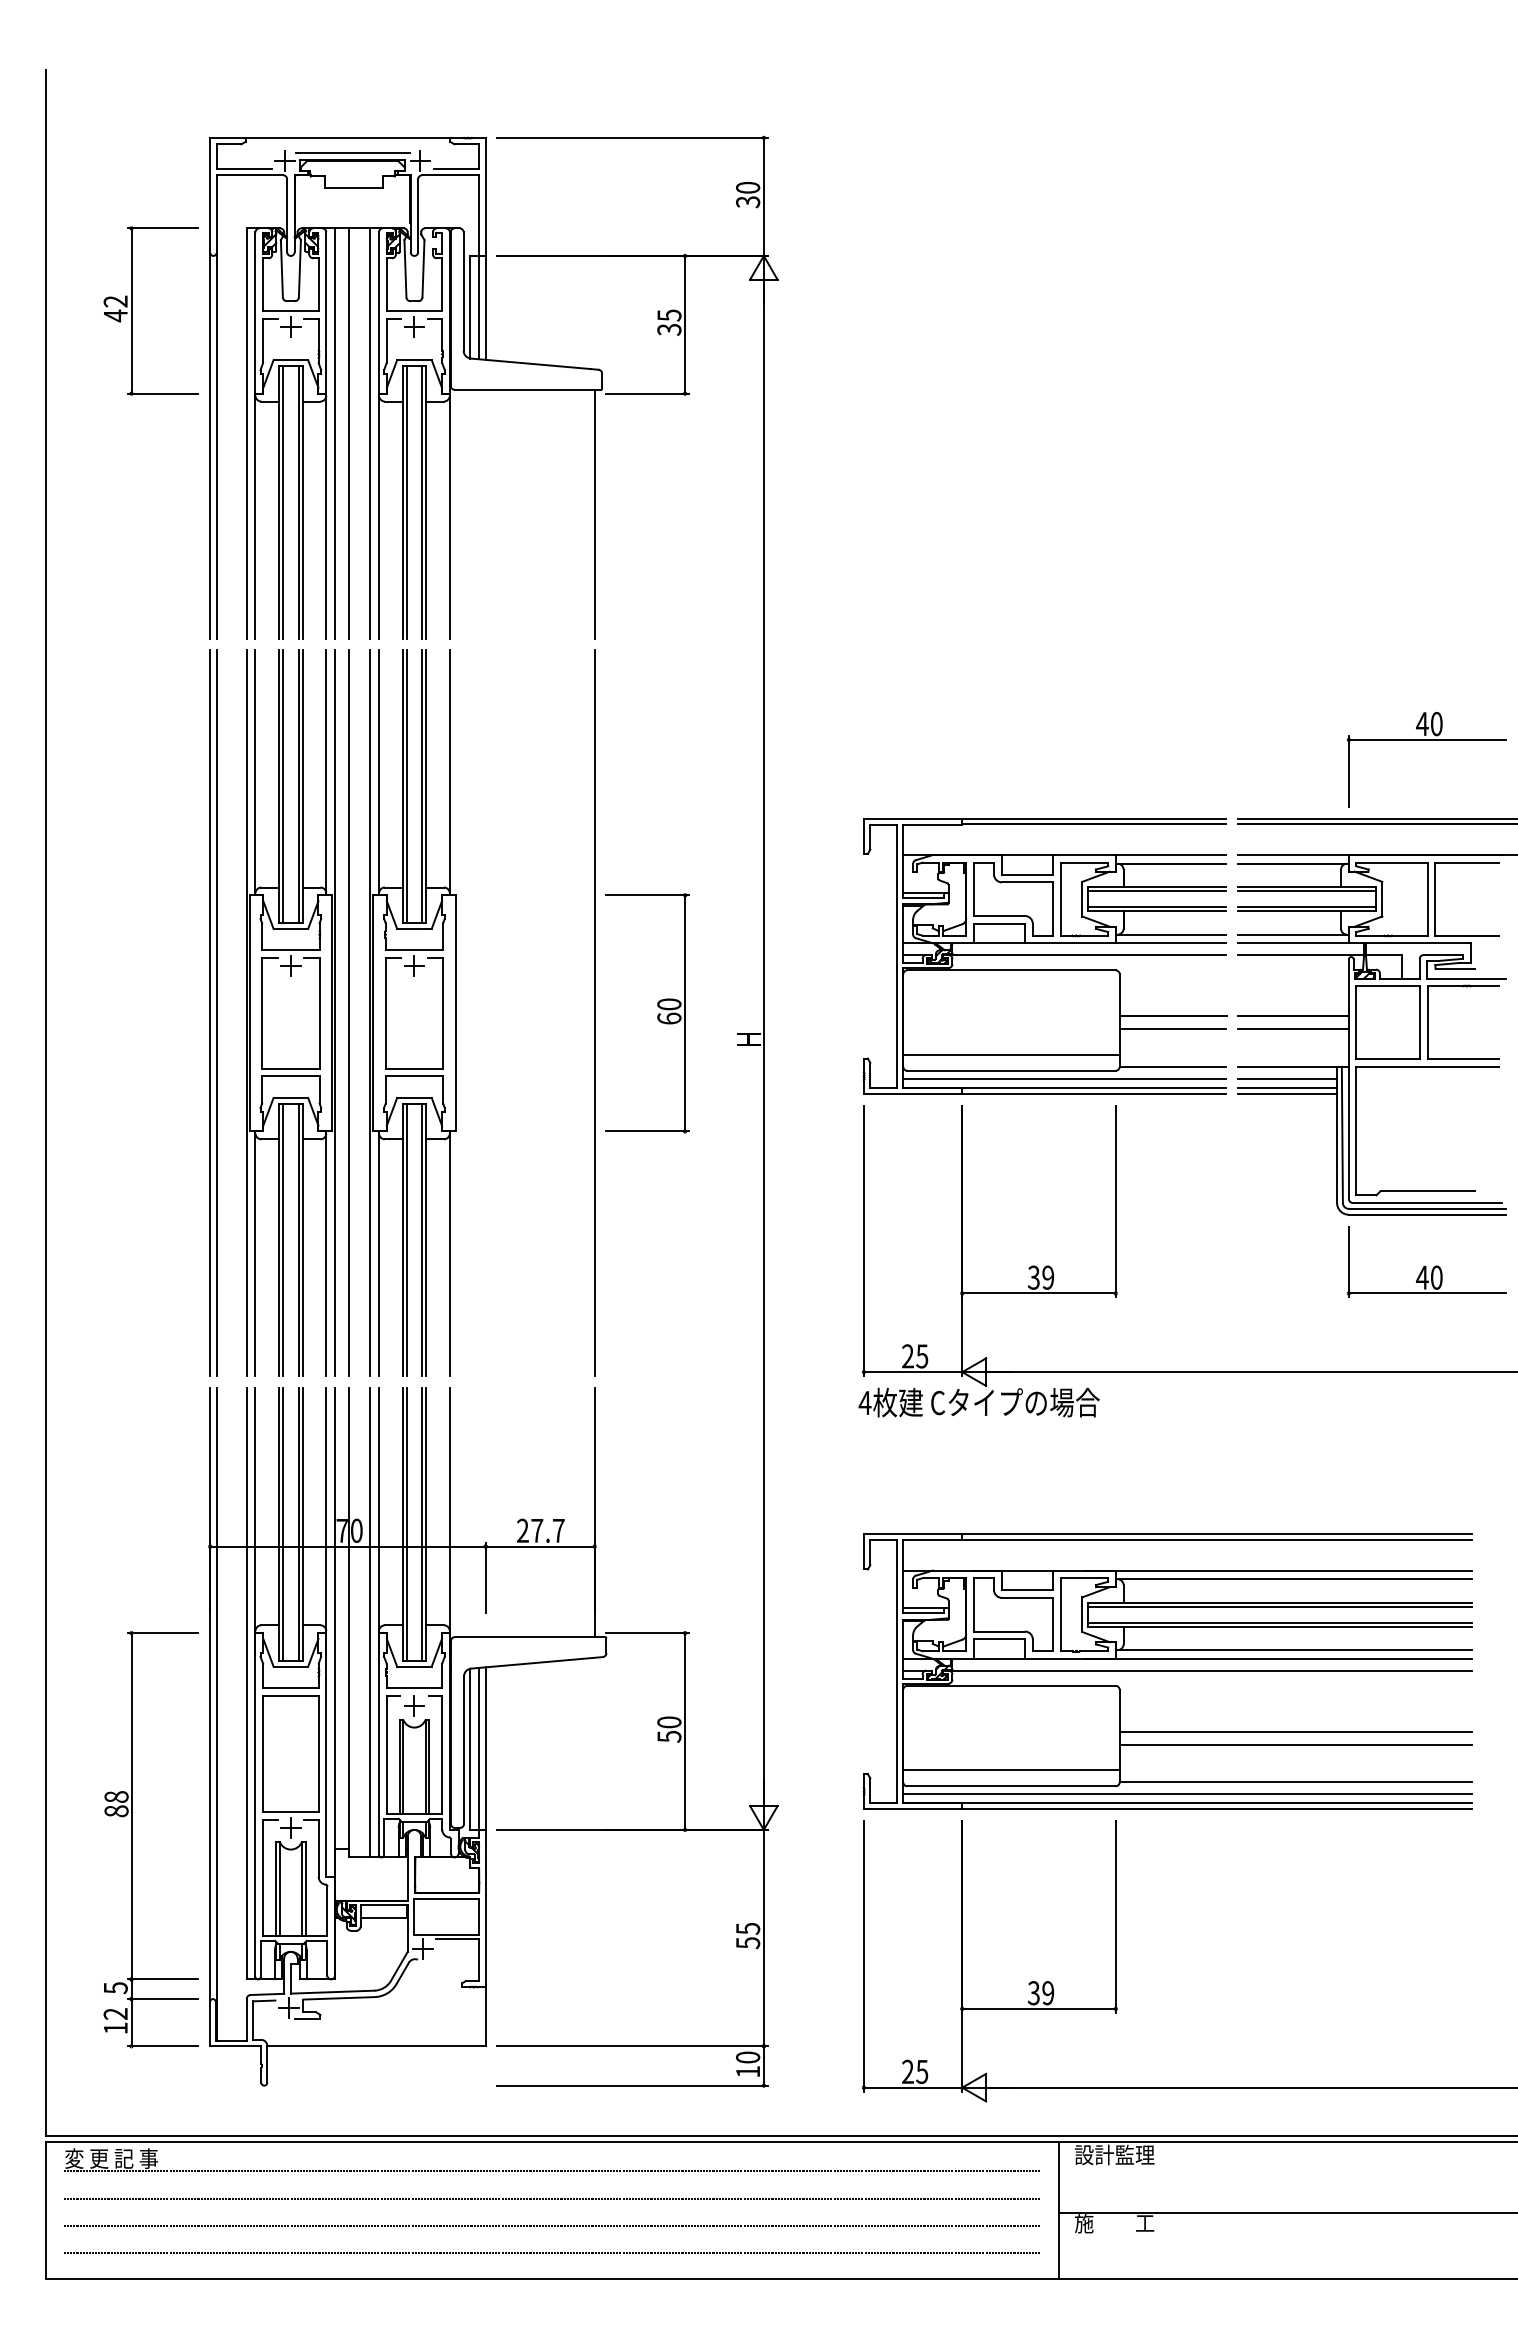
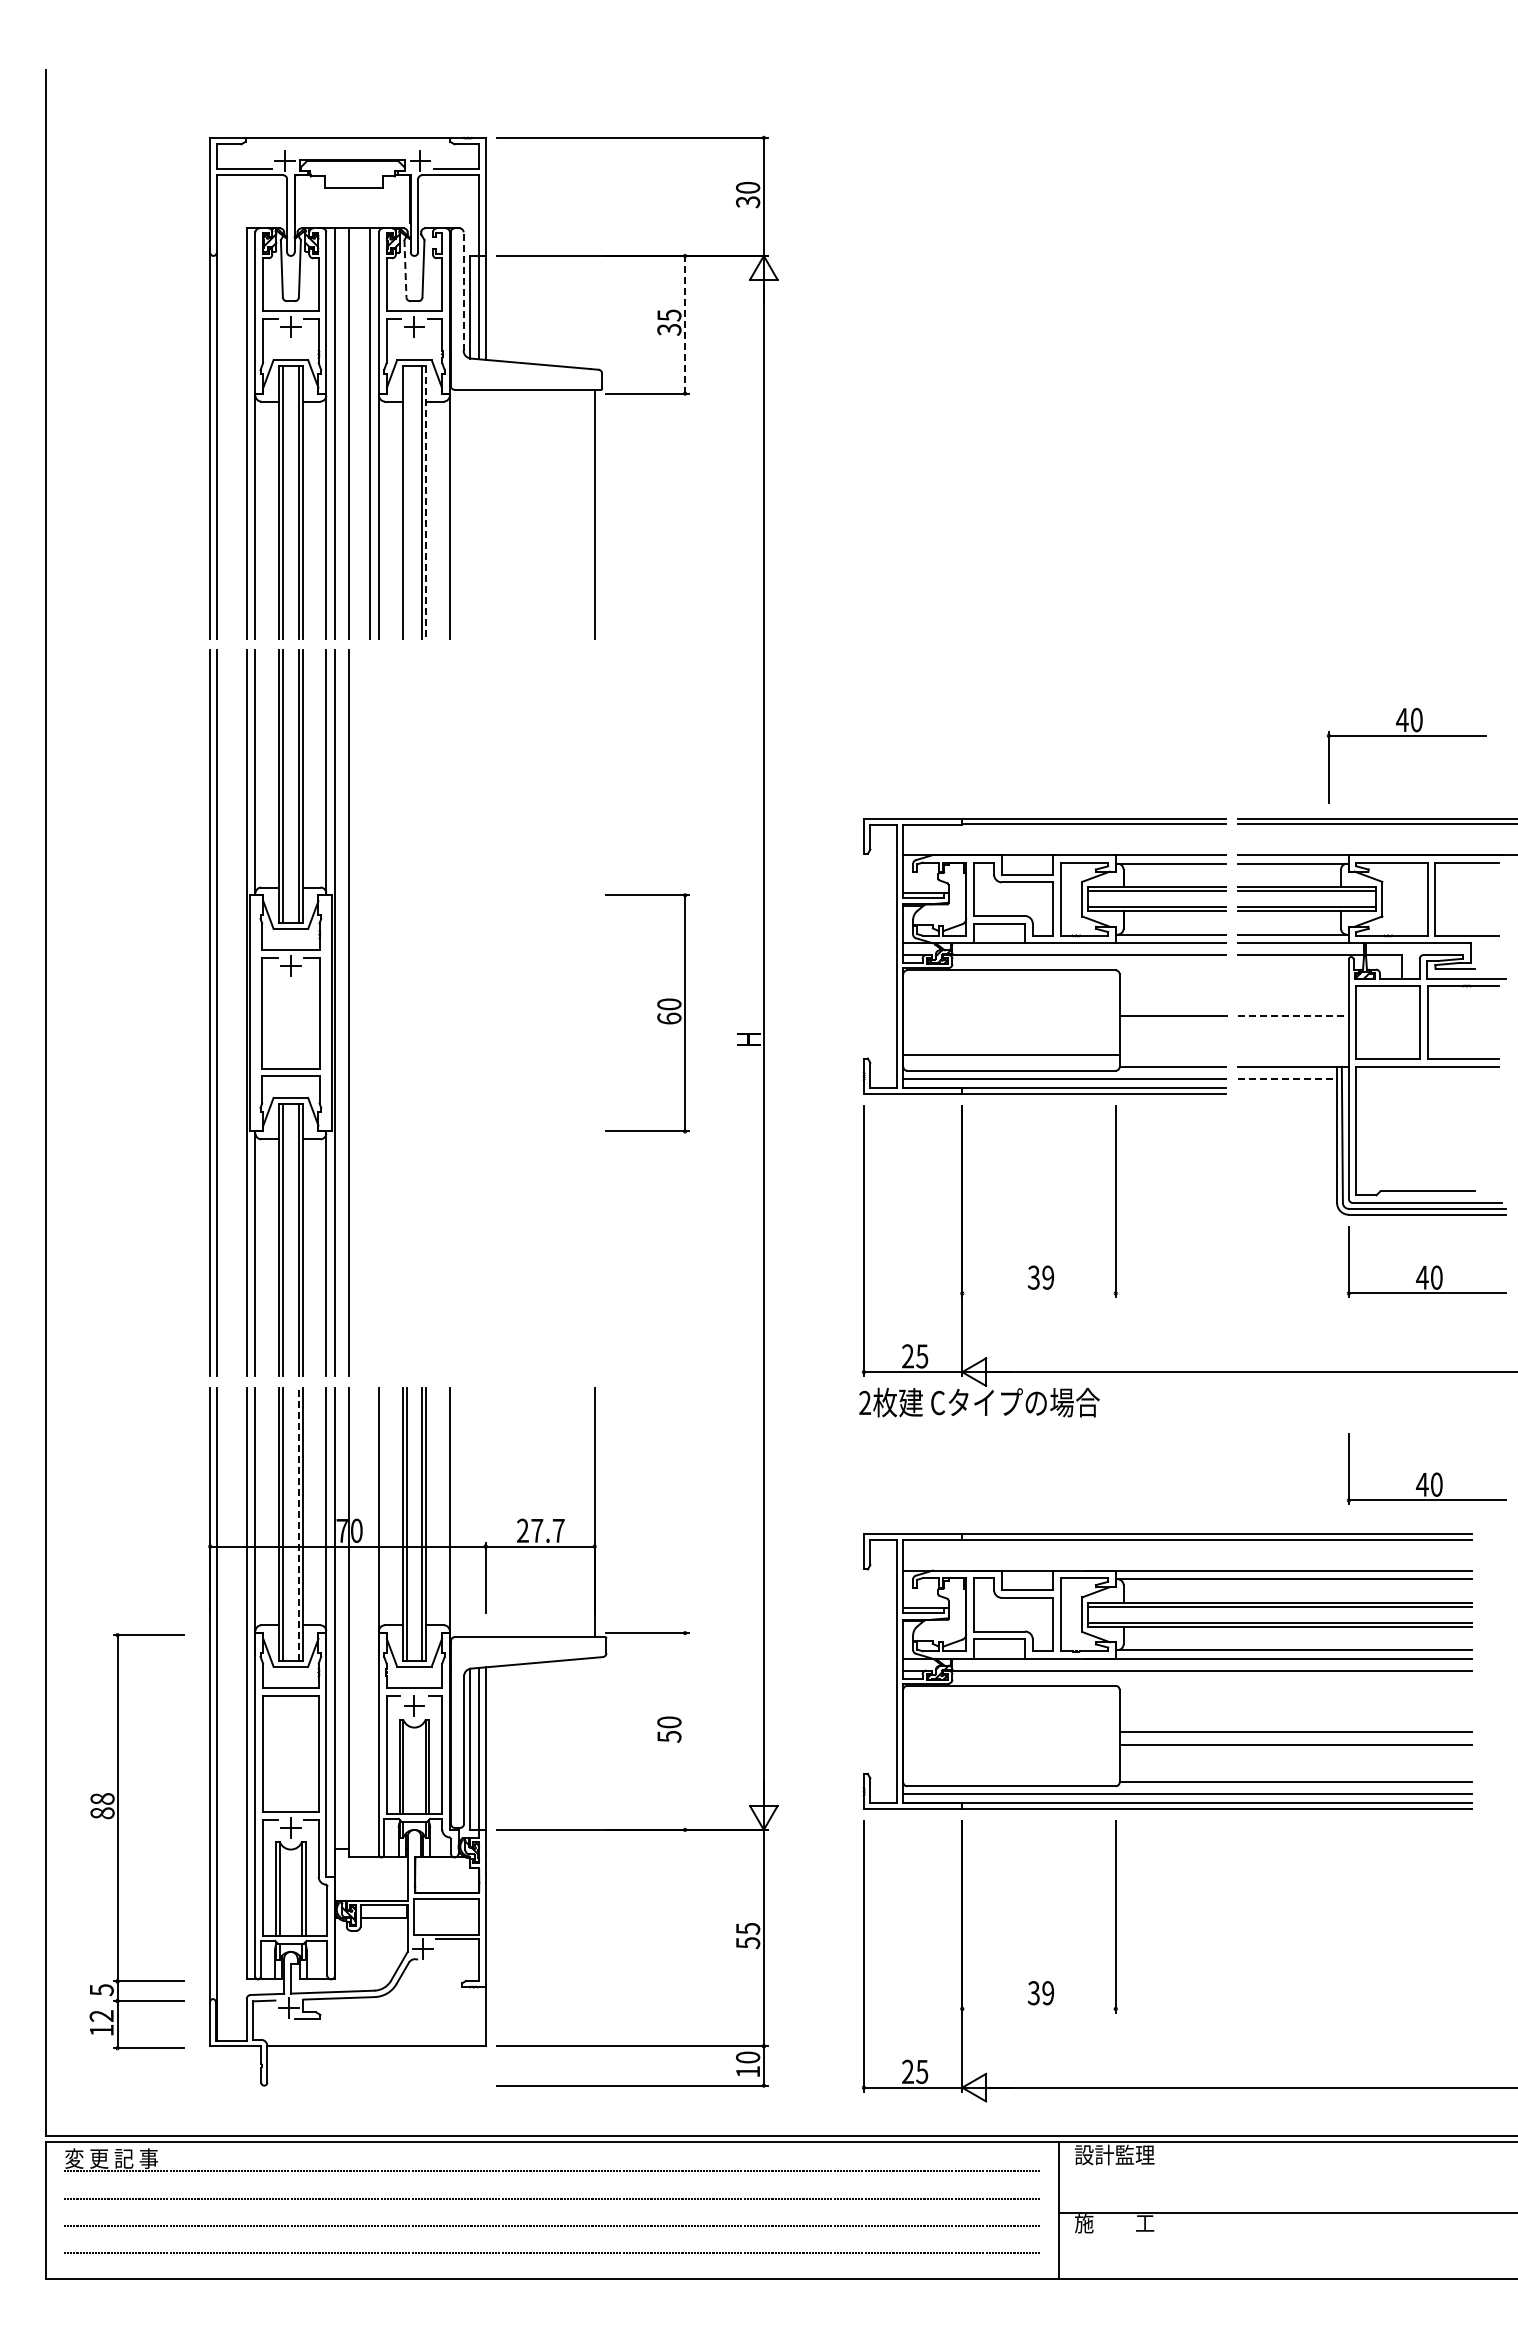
line at (352, 153): present -> none
line at (405, 268): solid -> dashed
line at (463, 291): solid -> dashed
part at (132, 310): present -> none
line at (685, 324): solid -> dashed
line at (406, 502): present -> none
line at (426, 502): solid -> dashed
part at (1426, 740) position: (1426, 740) -> (1406, 736)
part at (412, 1012): present -> none
line at (594, 1012): present -> none
line at (1294, 1016): solid -> dashed
line at (1172, 1029): present -> none
line at (1293, 1029): present -> none
line at (1288, 1078): solid -> dashed
line at (1287, 1087): present -> none
line at (1287, 1093): present -> none
line at (1038, 1293): present -> none
text at (864, 1402): 4 -> 2
part at (1426, 1468): none -> present
line at (298, 1523): solid -> dashed
line at (370, 1622): present -> none
line at (685, 1731): present -> none
line at (1011, 1770): present -> none
part at (132, 1839) position: (132, 1839) -> (118, 1841)
line at (1038, 2008): present -> none
